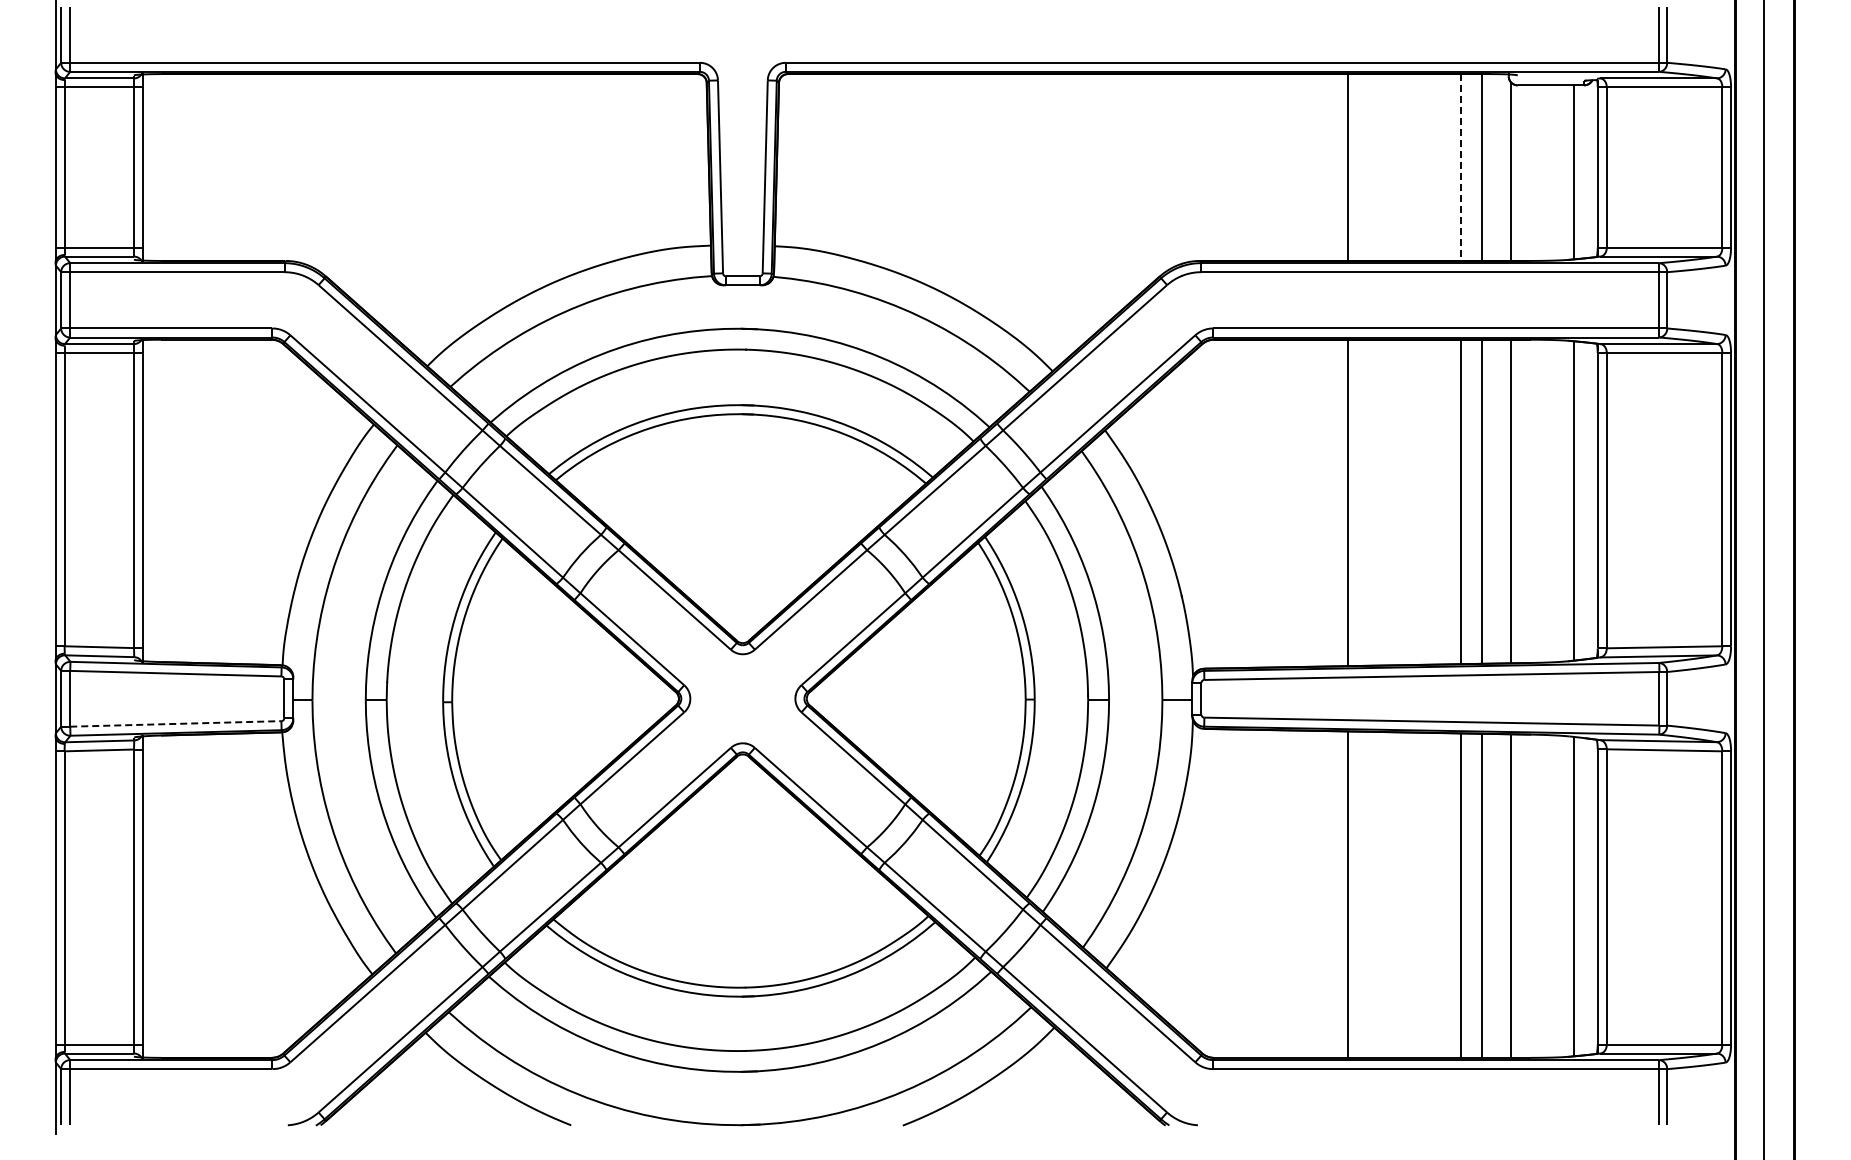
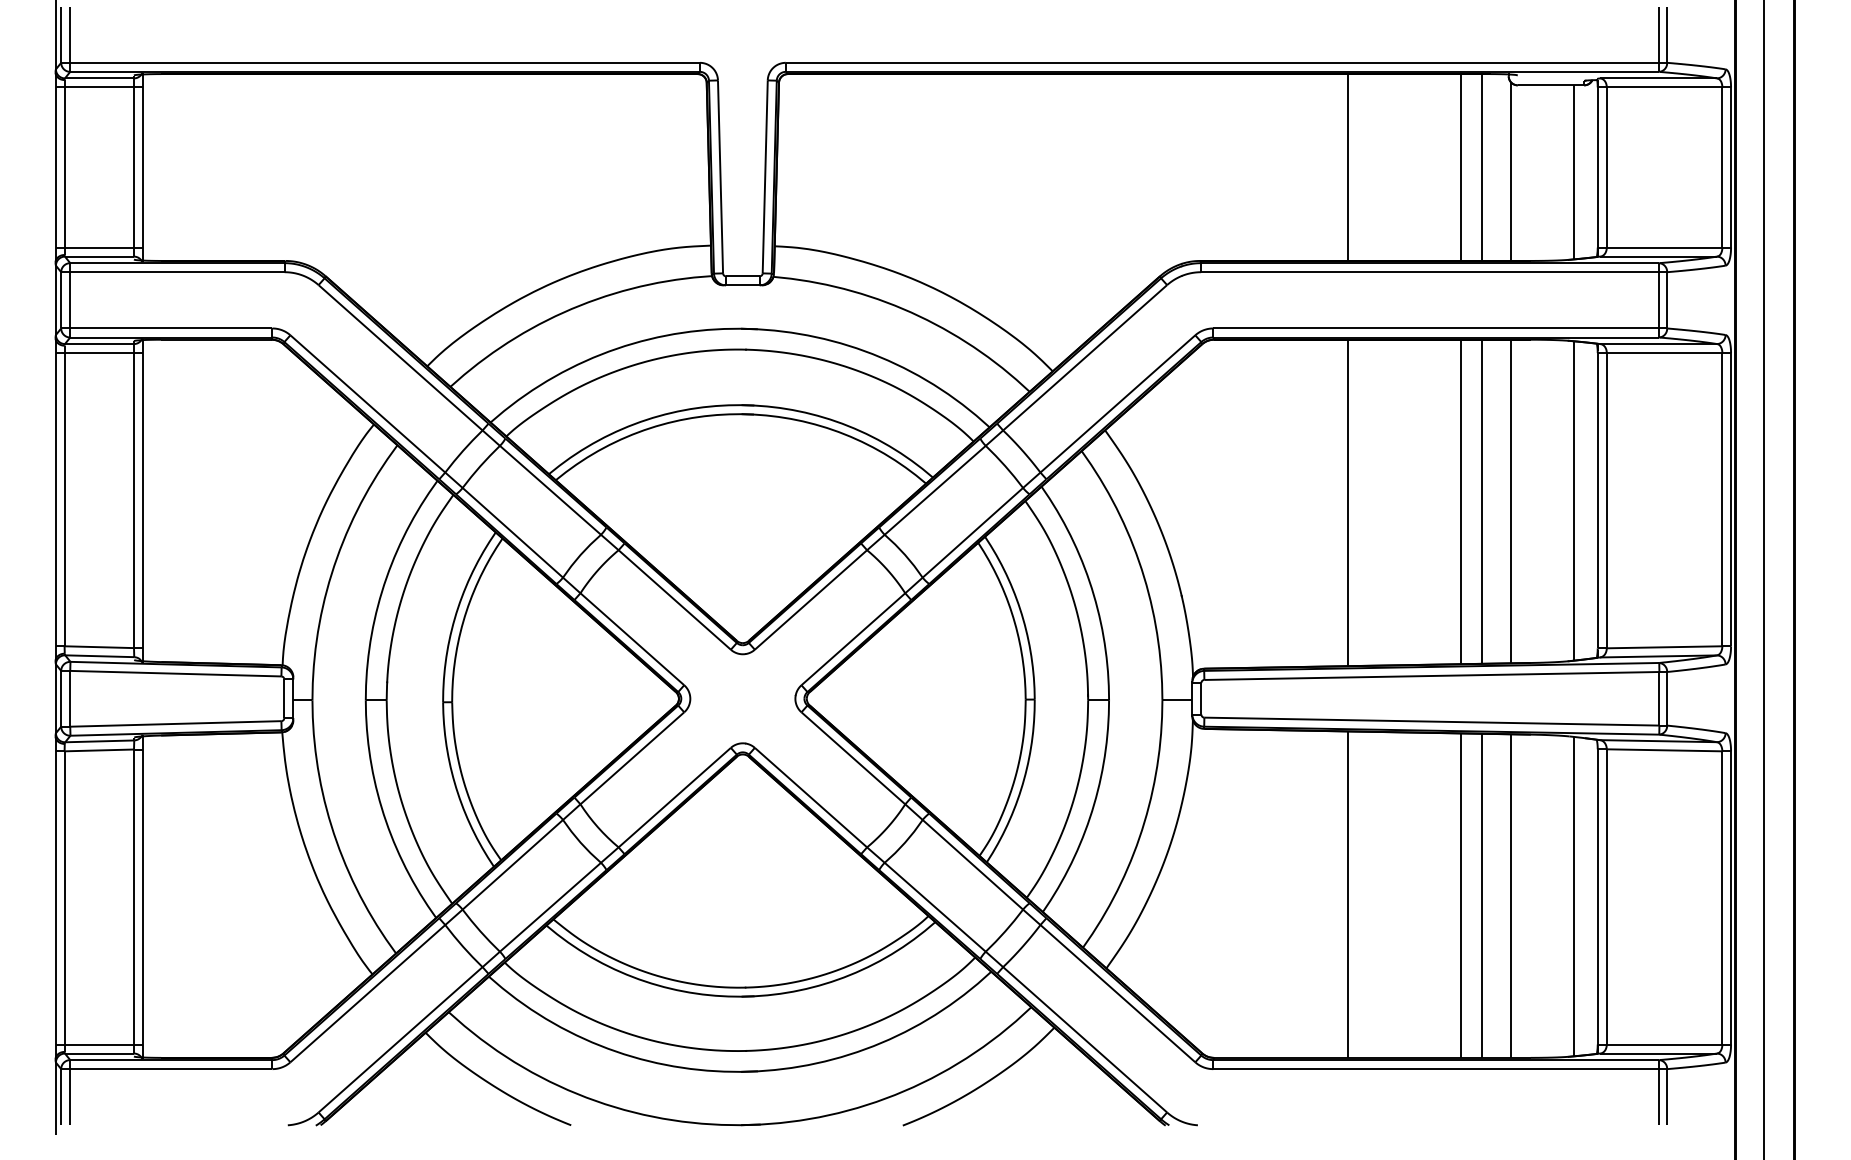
line at (1461, 168): dashed -> solid
line at (175, 723): dashed -> solid
